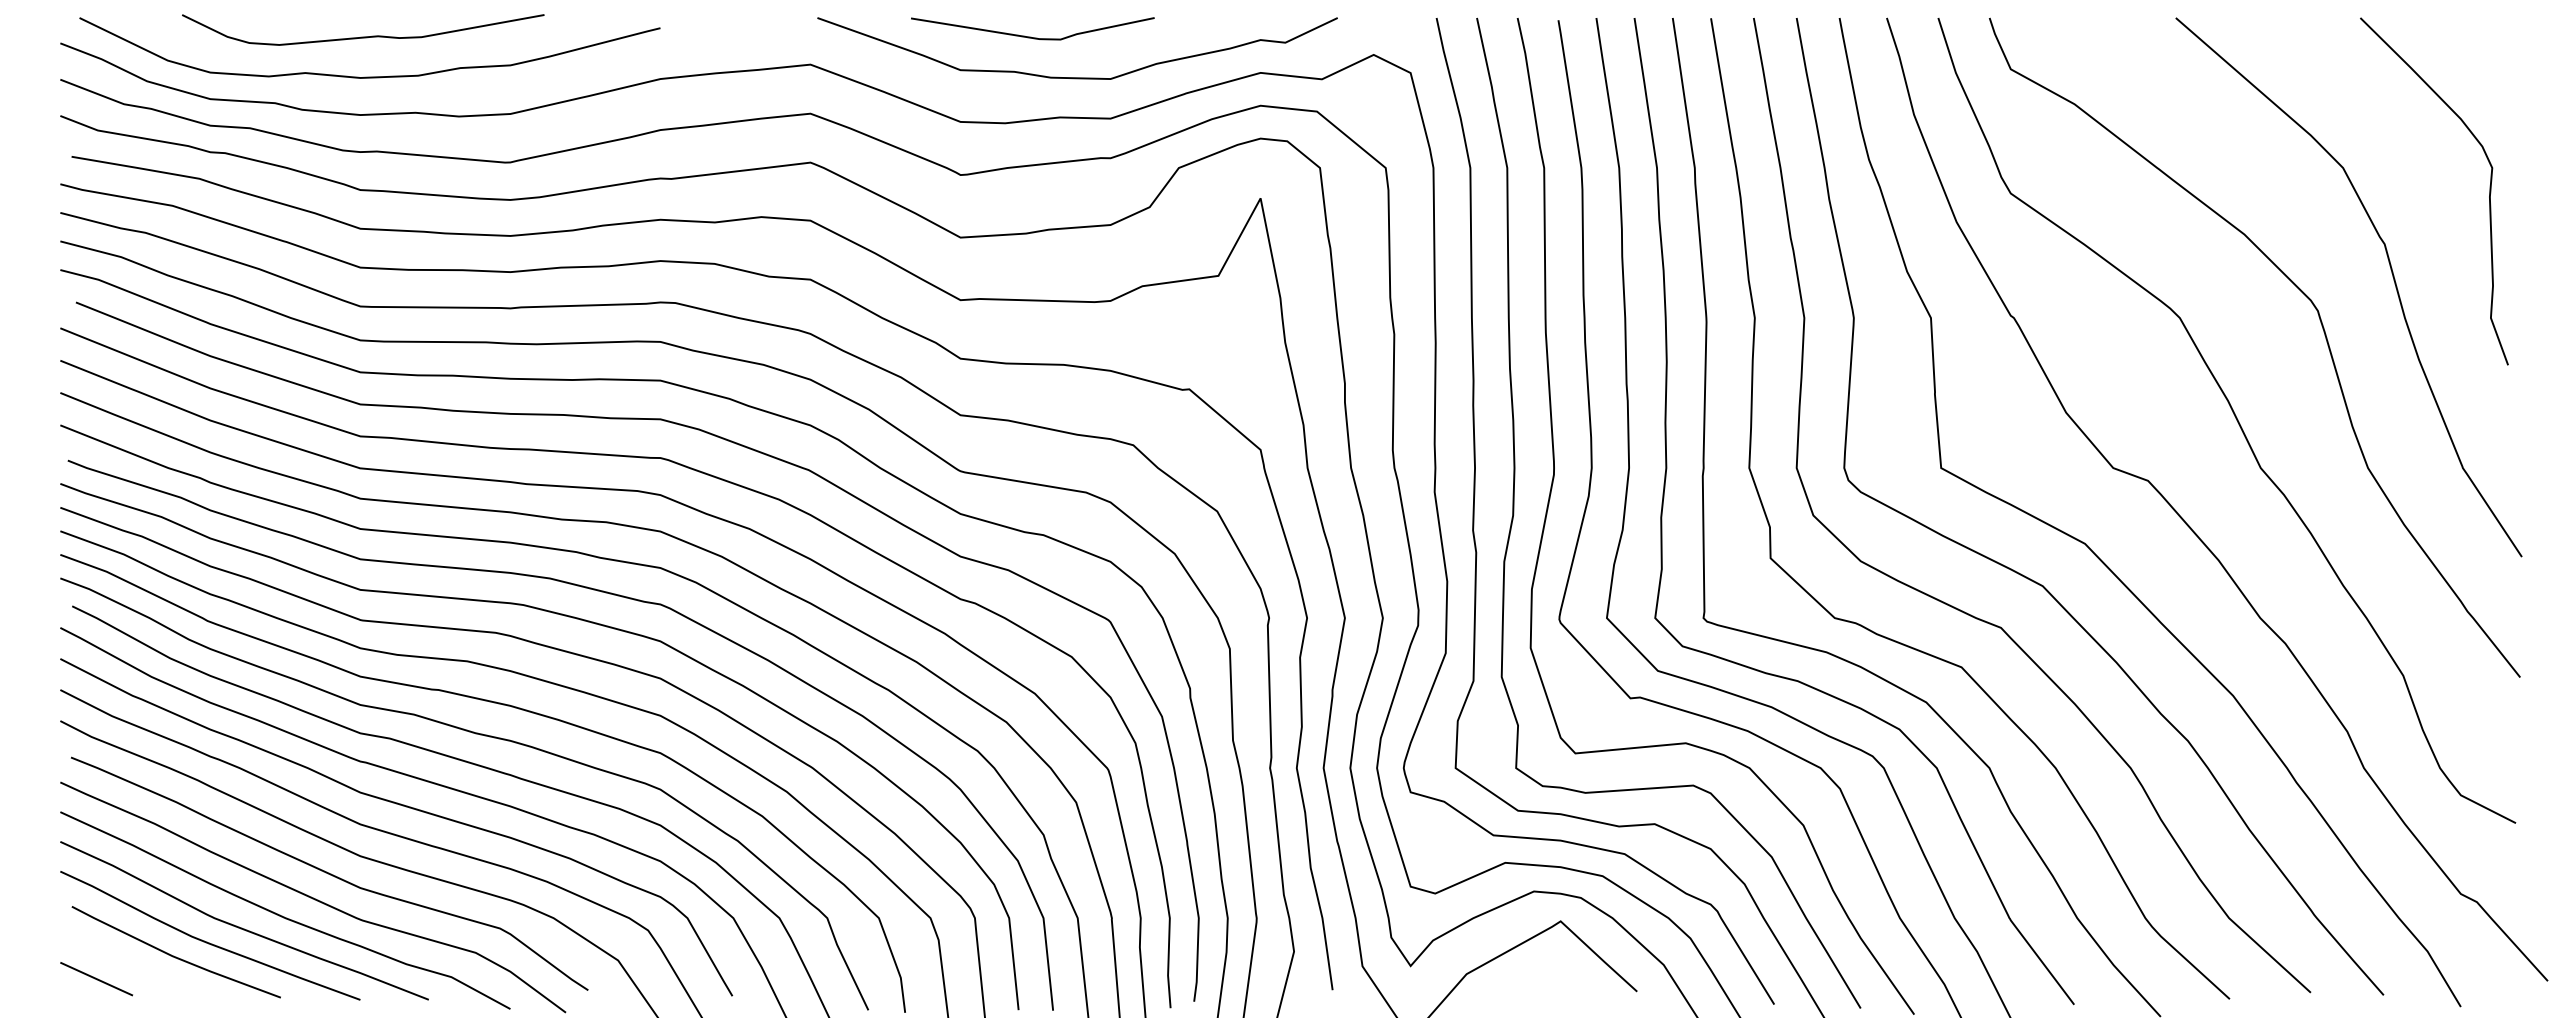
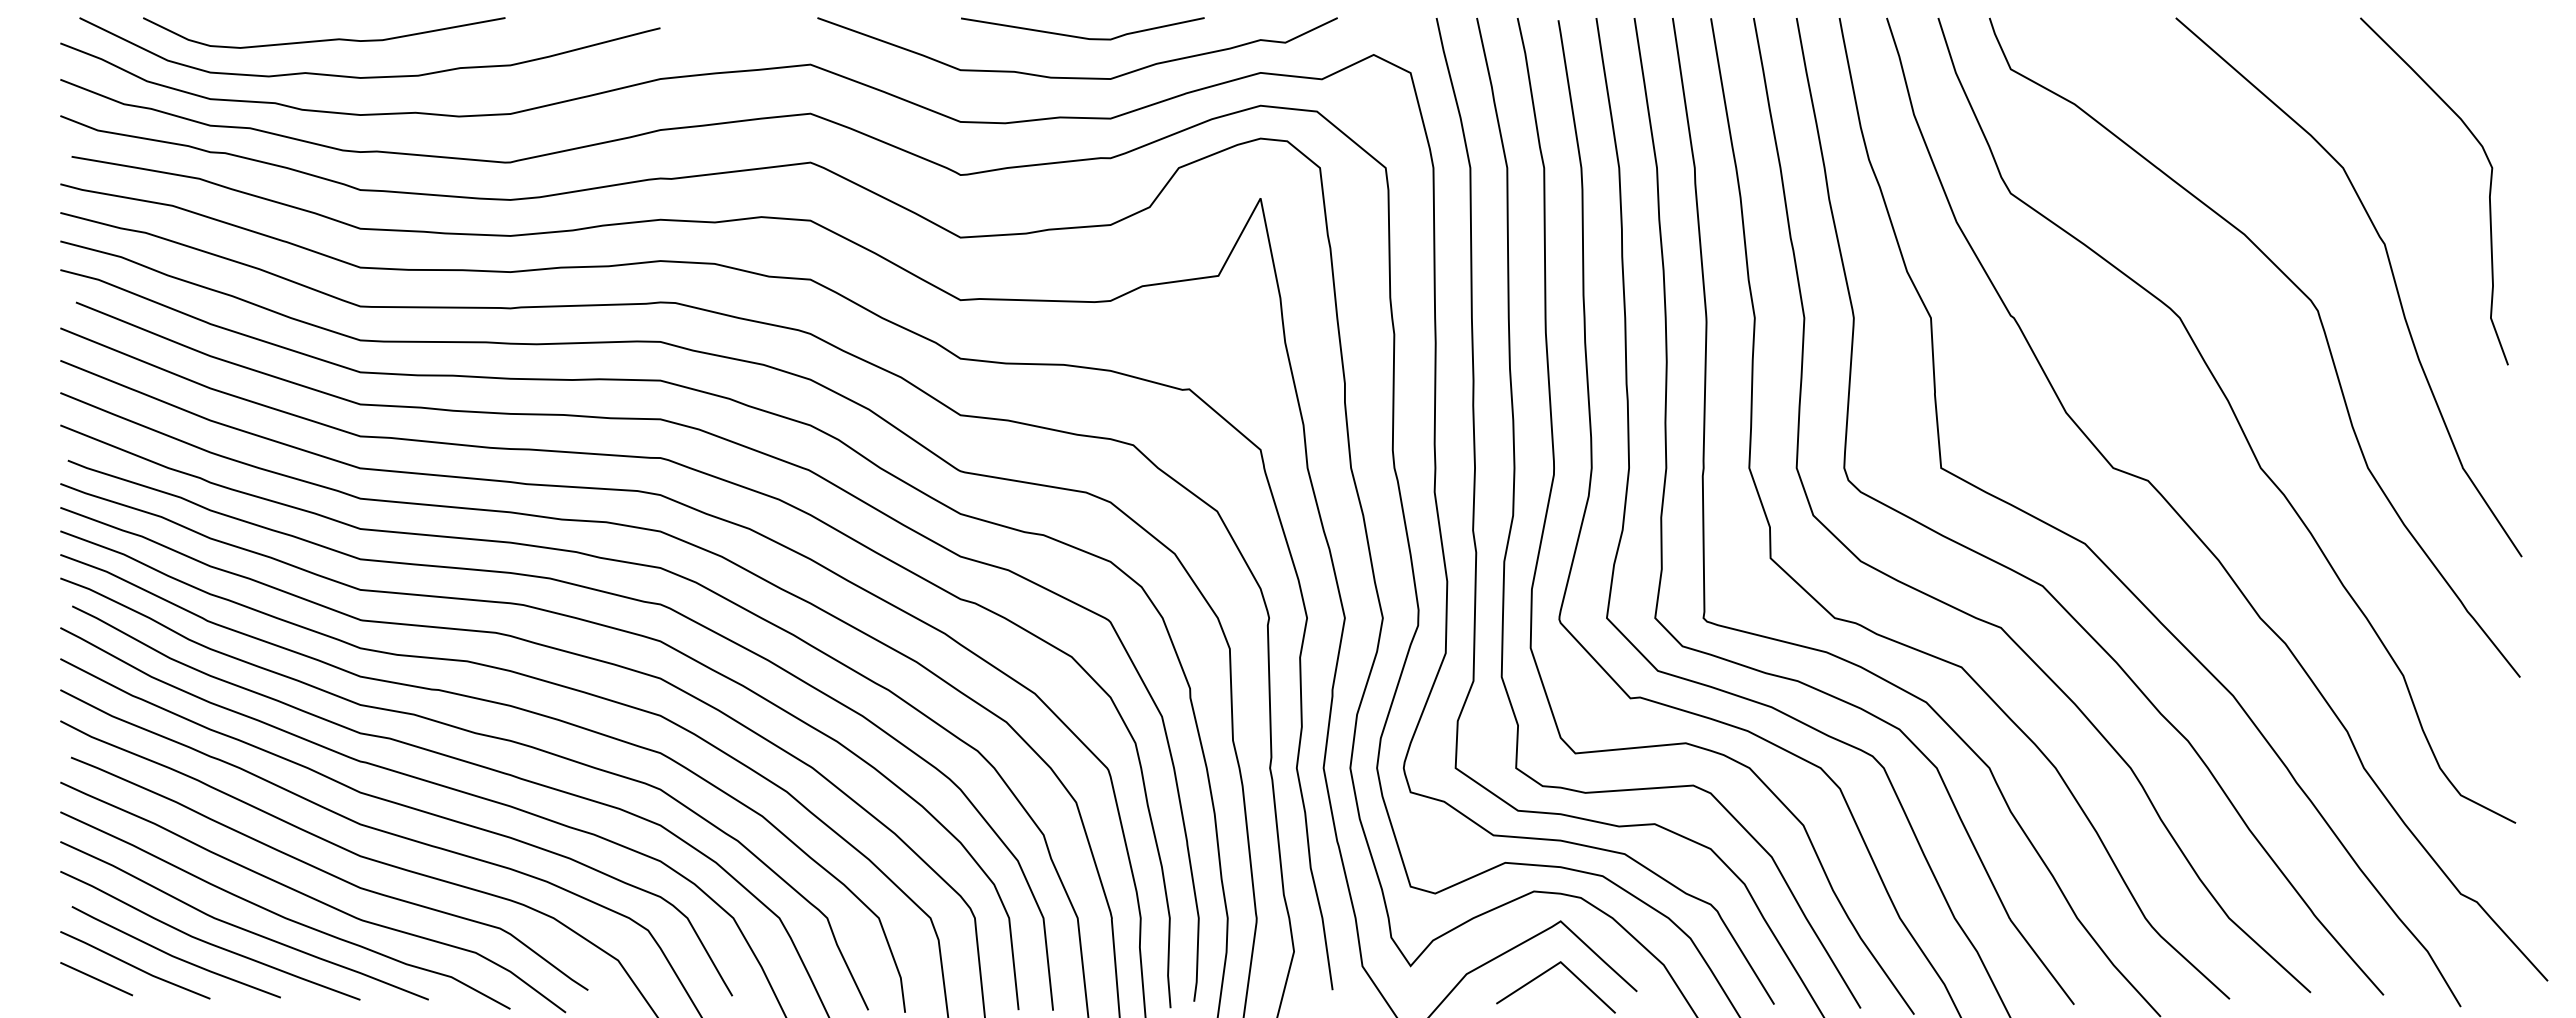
curve at (363, 36) position: (363, 36) -> (324, 39)
line at (1031, 36) position: (1031, 36) -> (1081, 36)
line at (134, 965): none -> present
line at (1545, 973): none -> present
